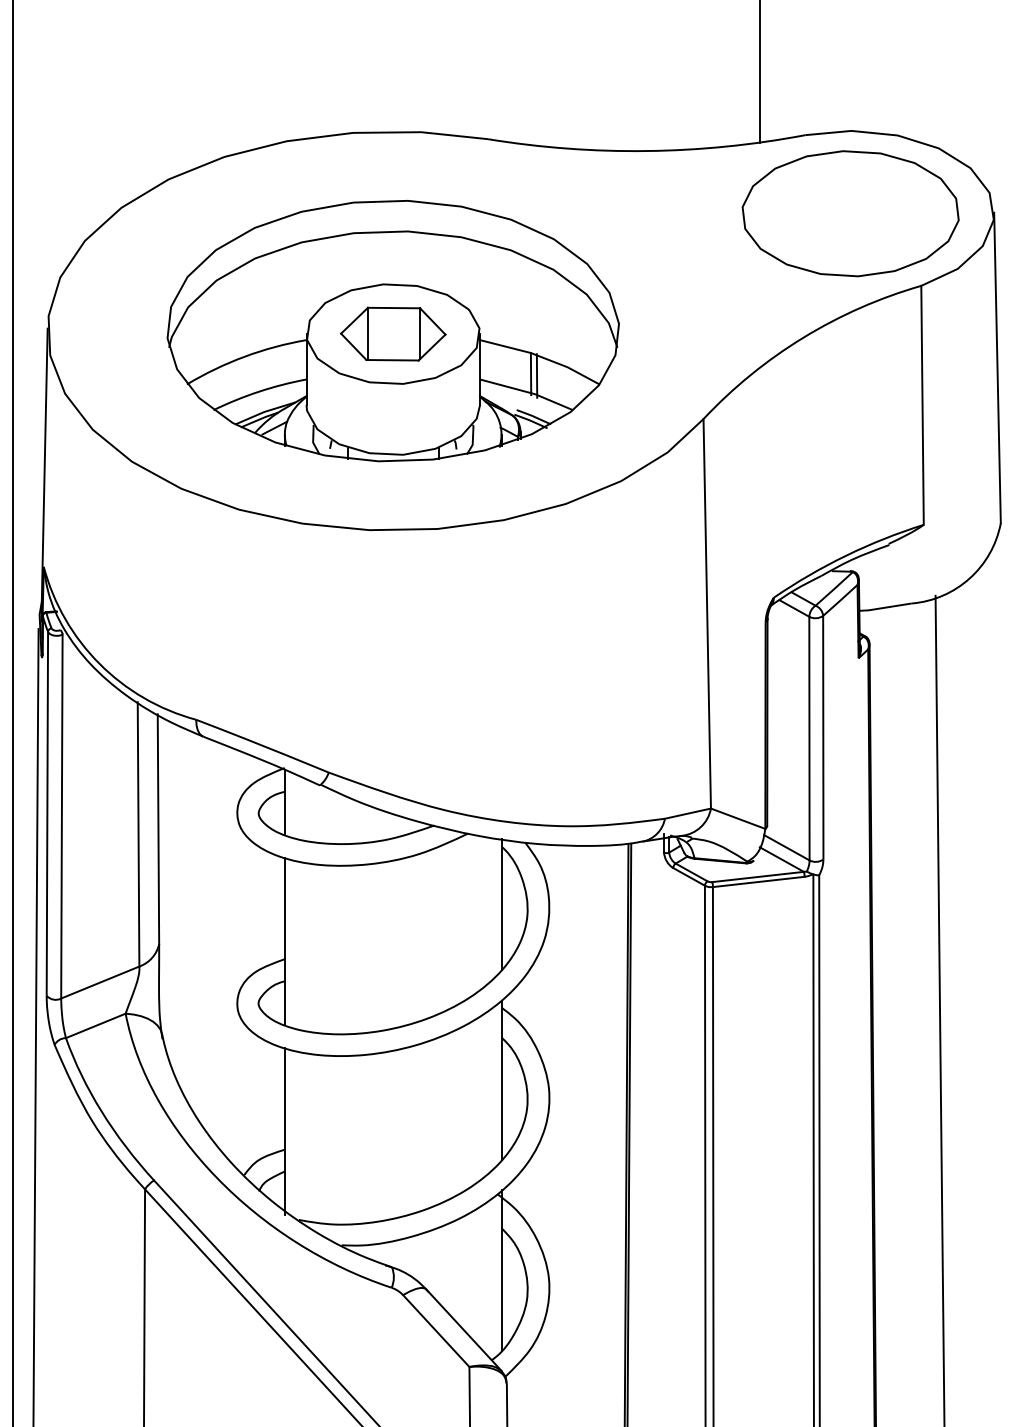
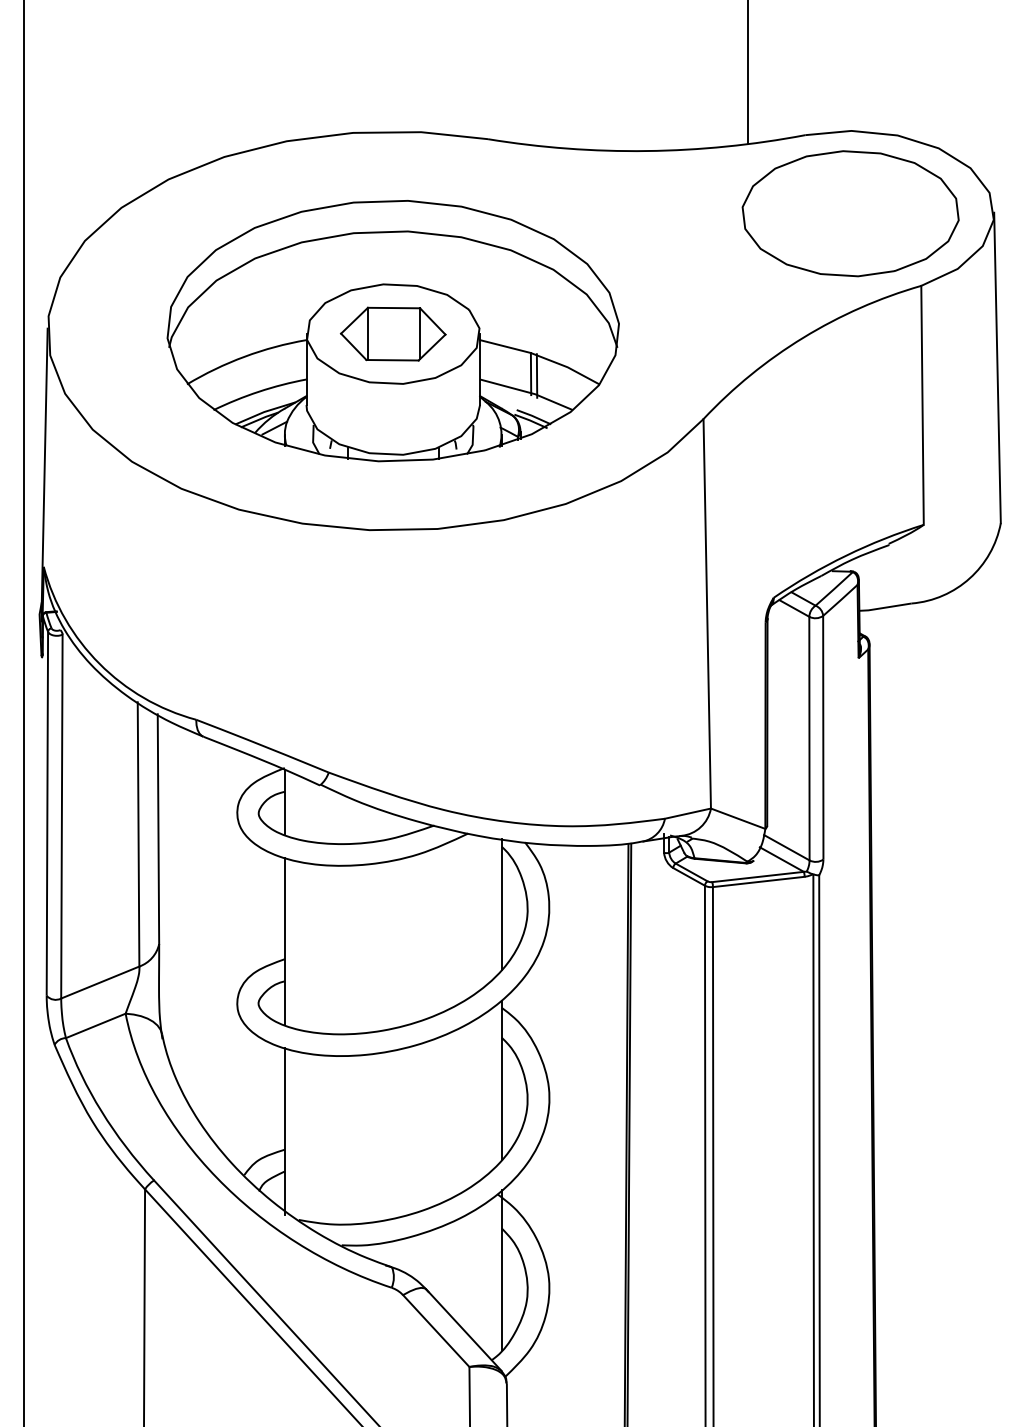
line at (760, 72) position: (760, 72) -> (748, 72)
line at (13, 712) position: (13, 712) -> (24, 712)
line at (939, 1009): present -> none
line at (35, 1026): present -> none
